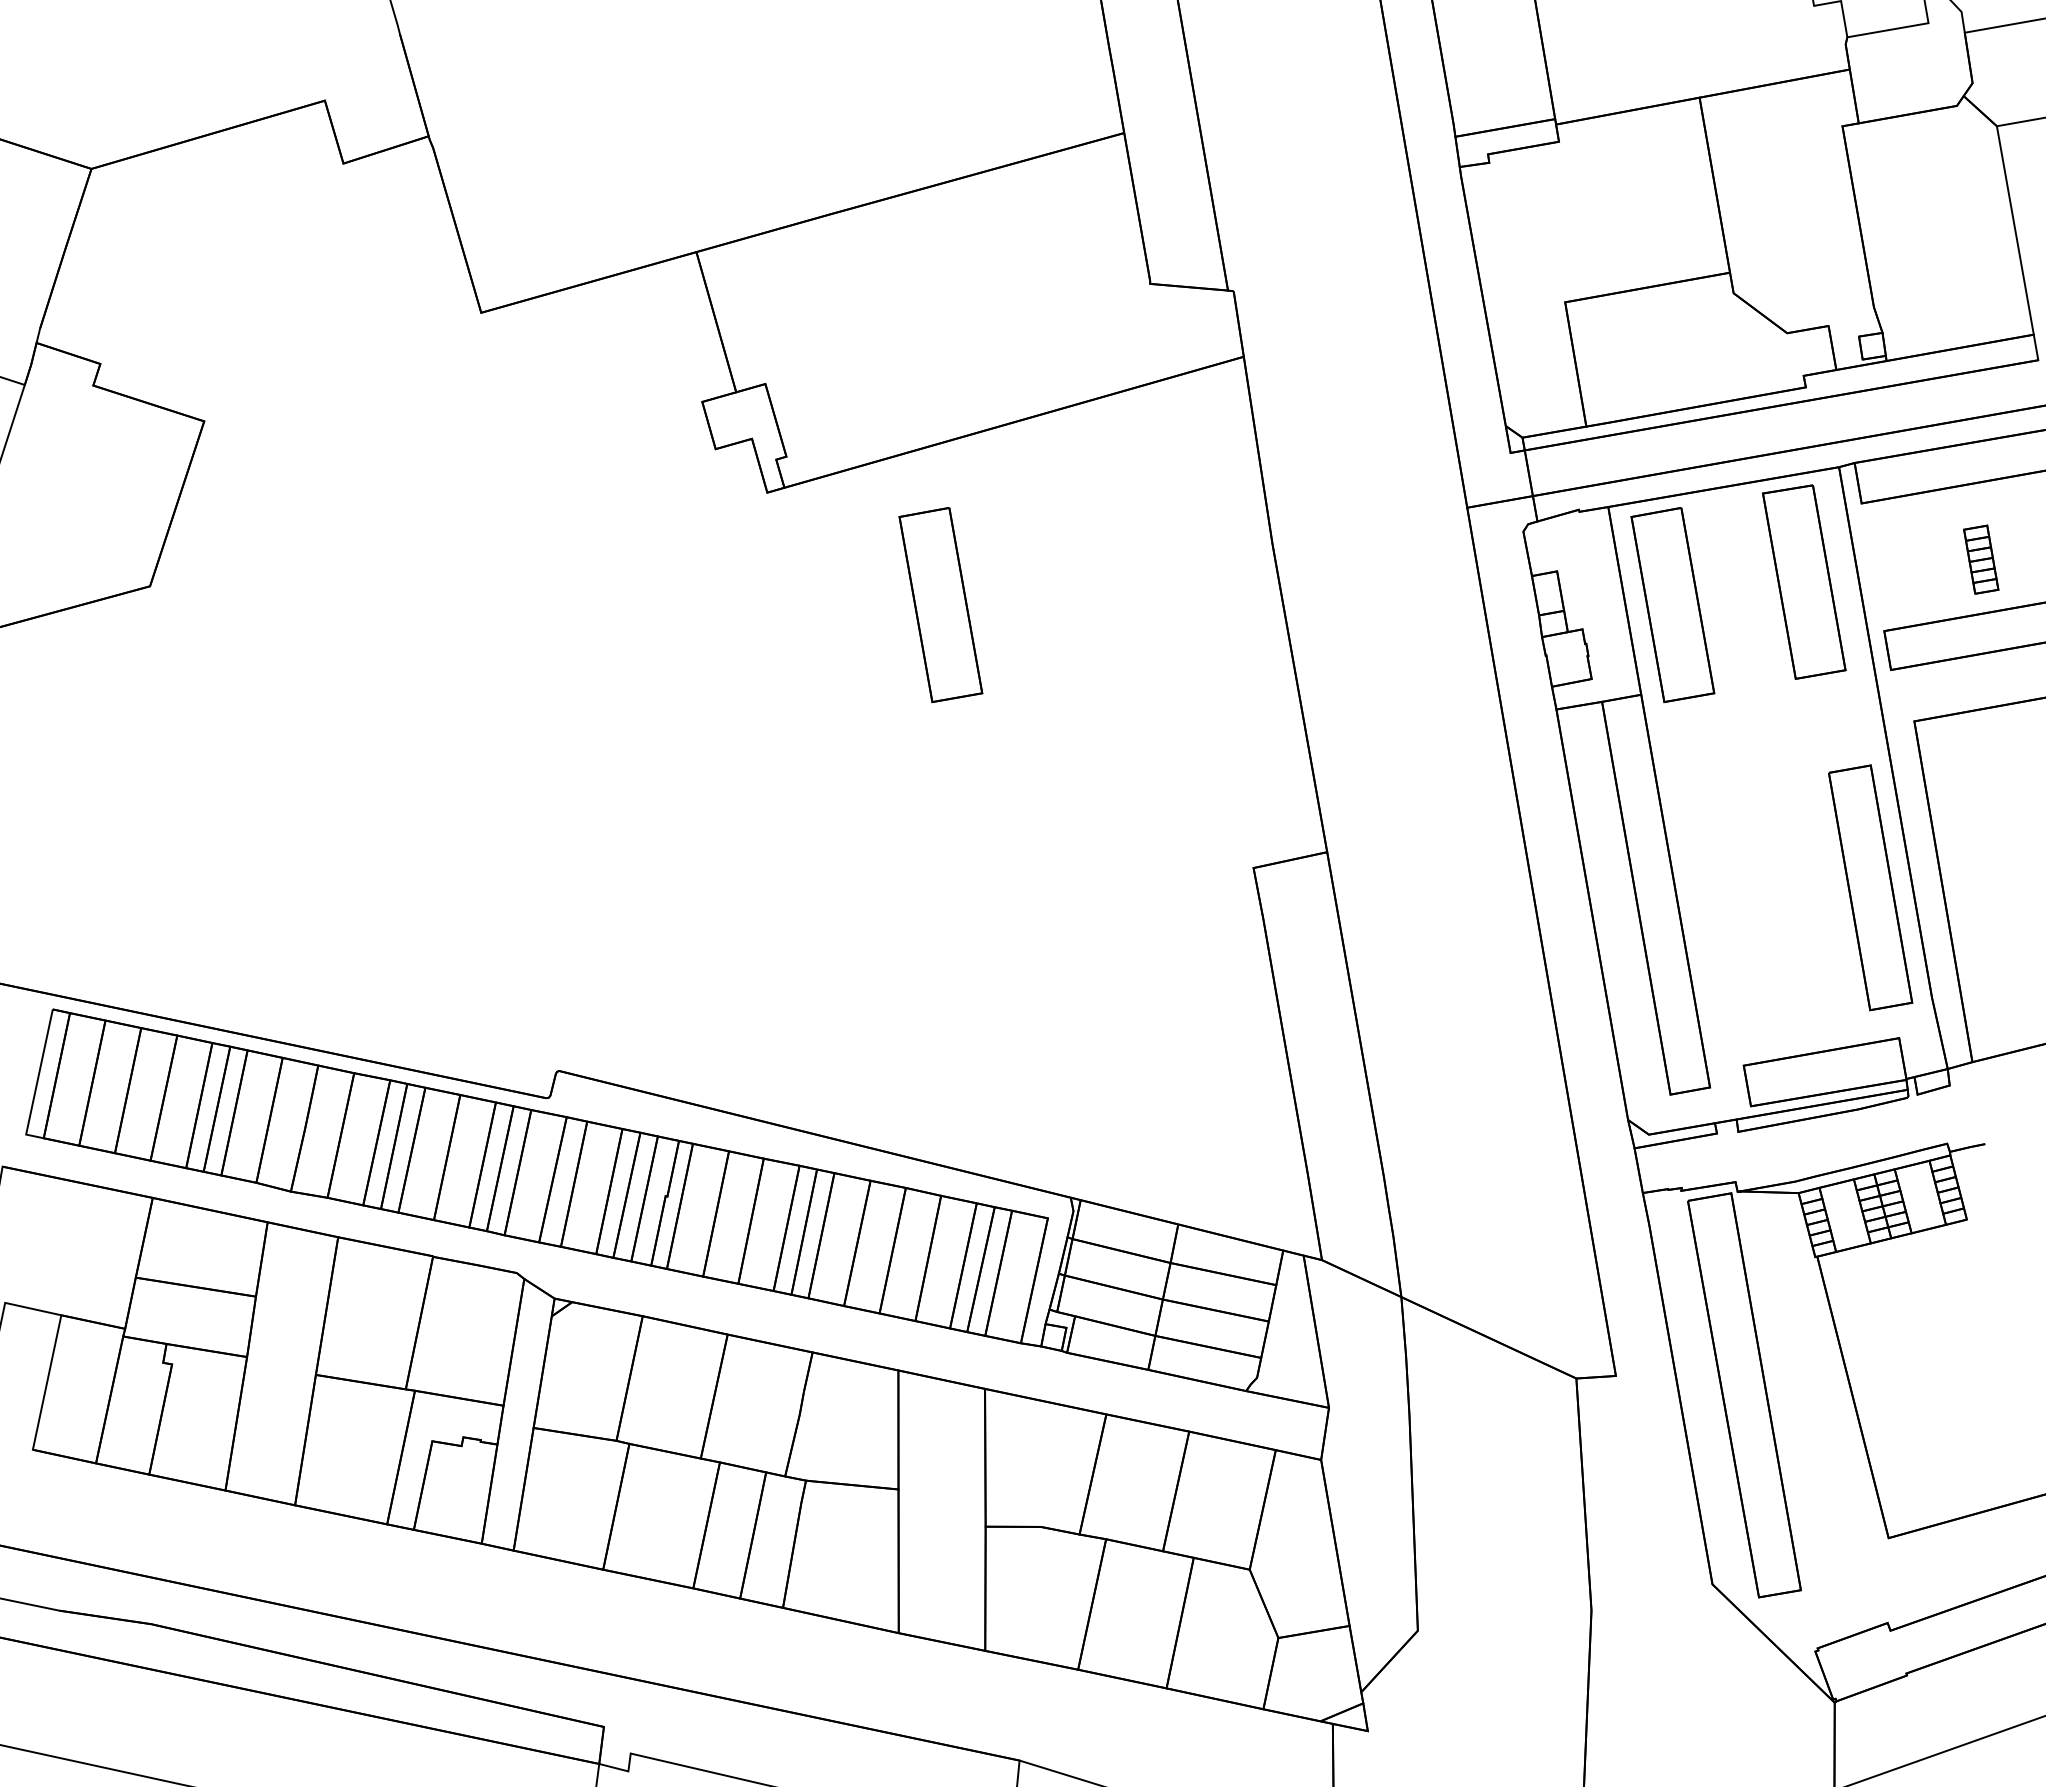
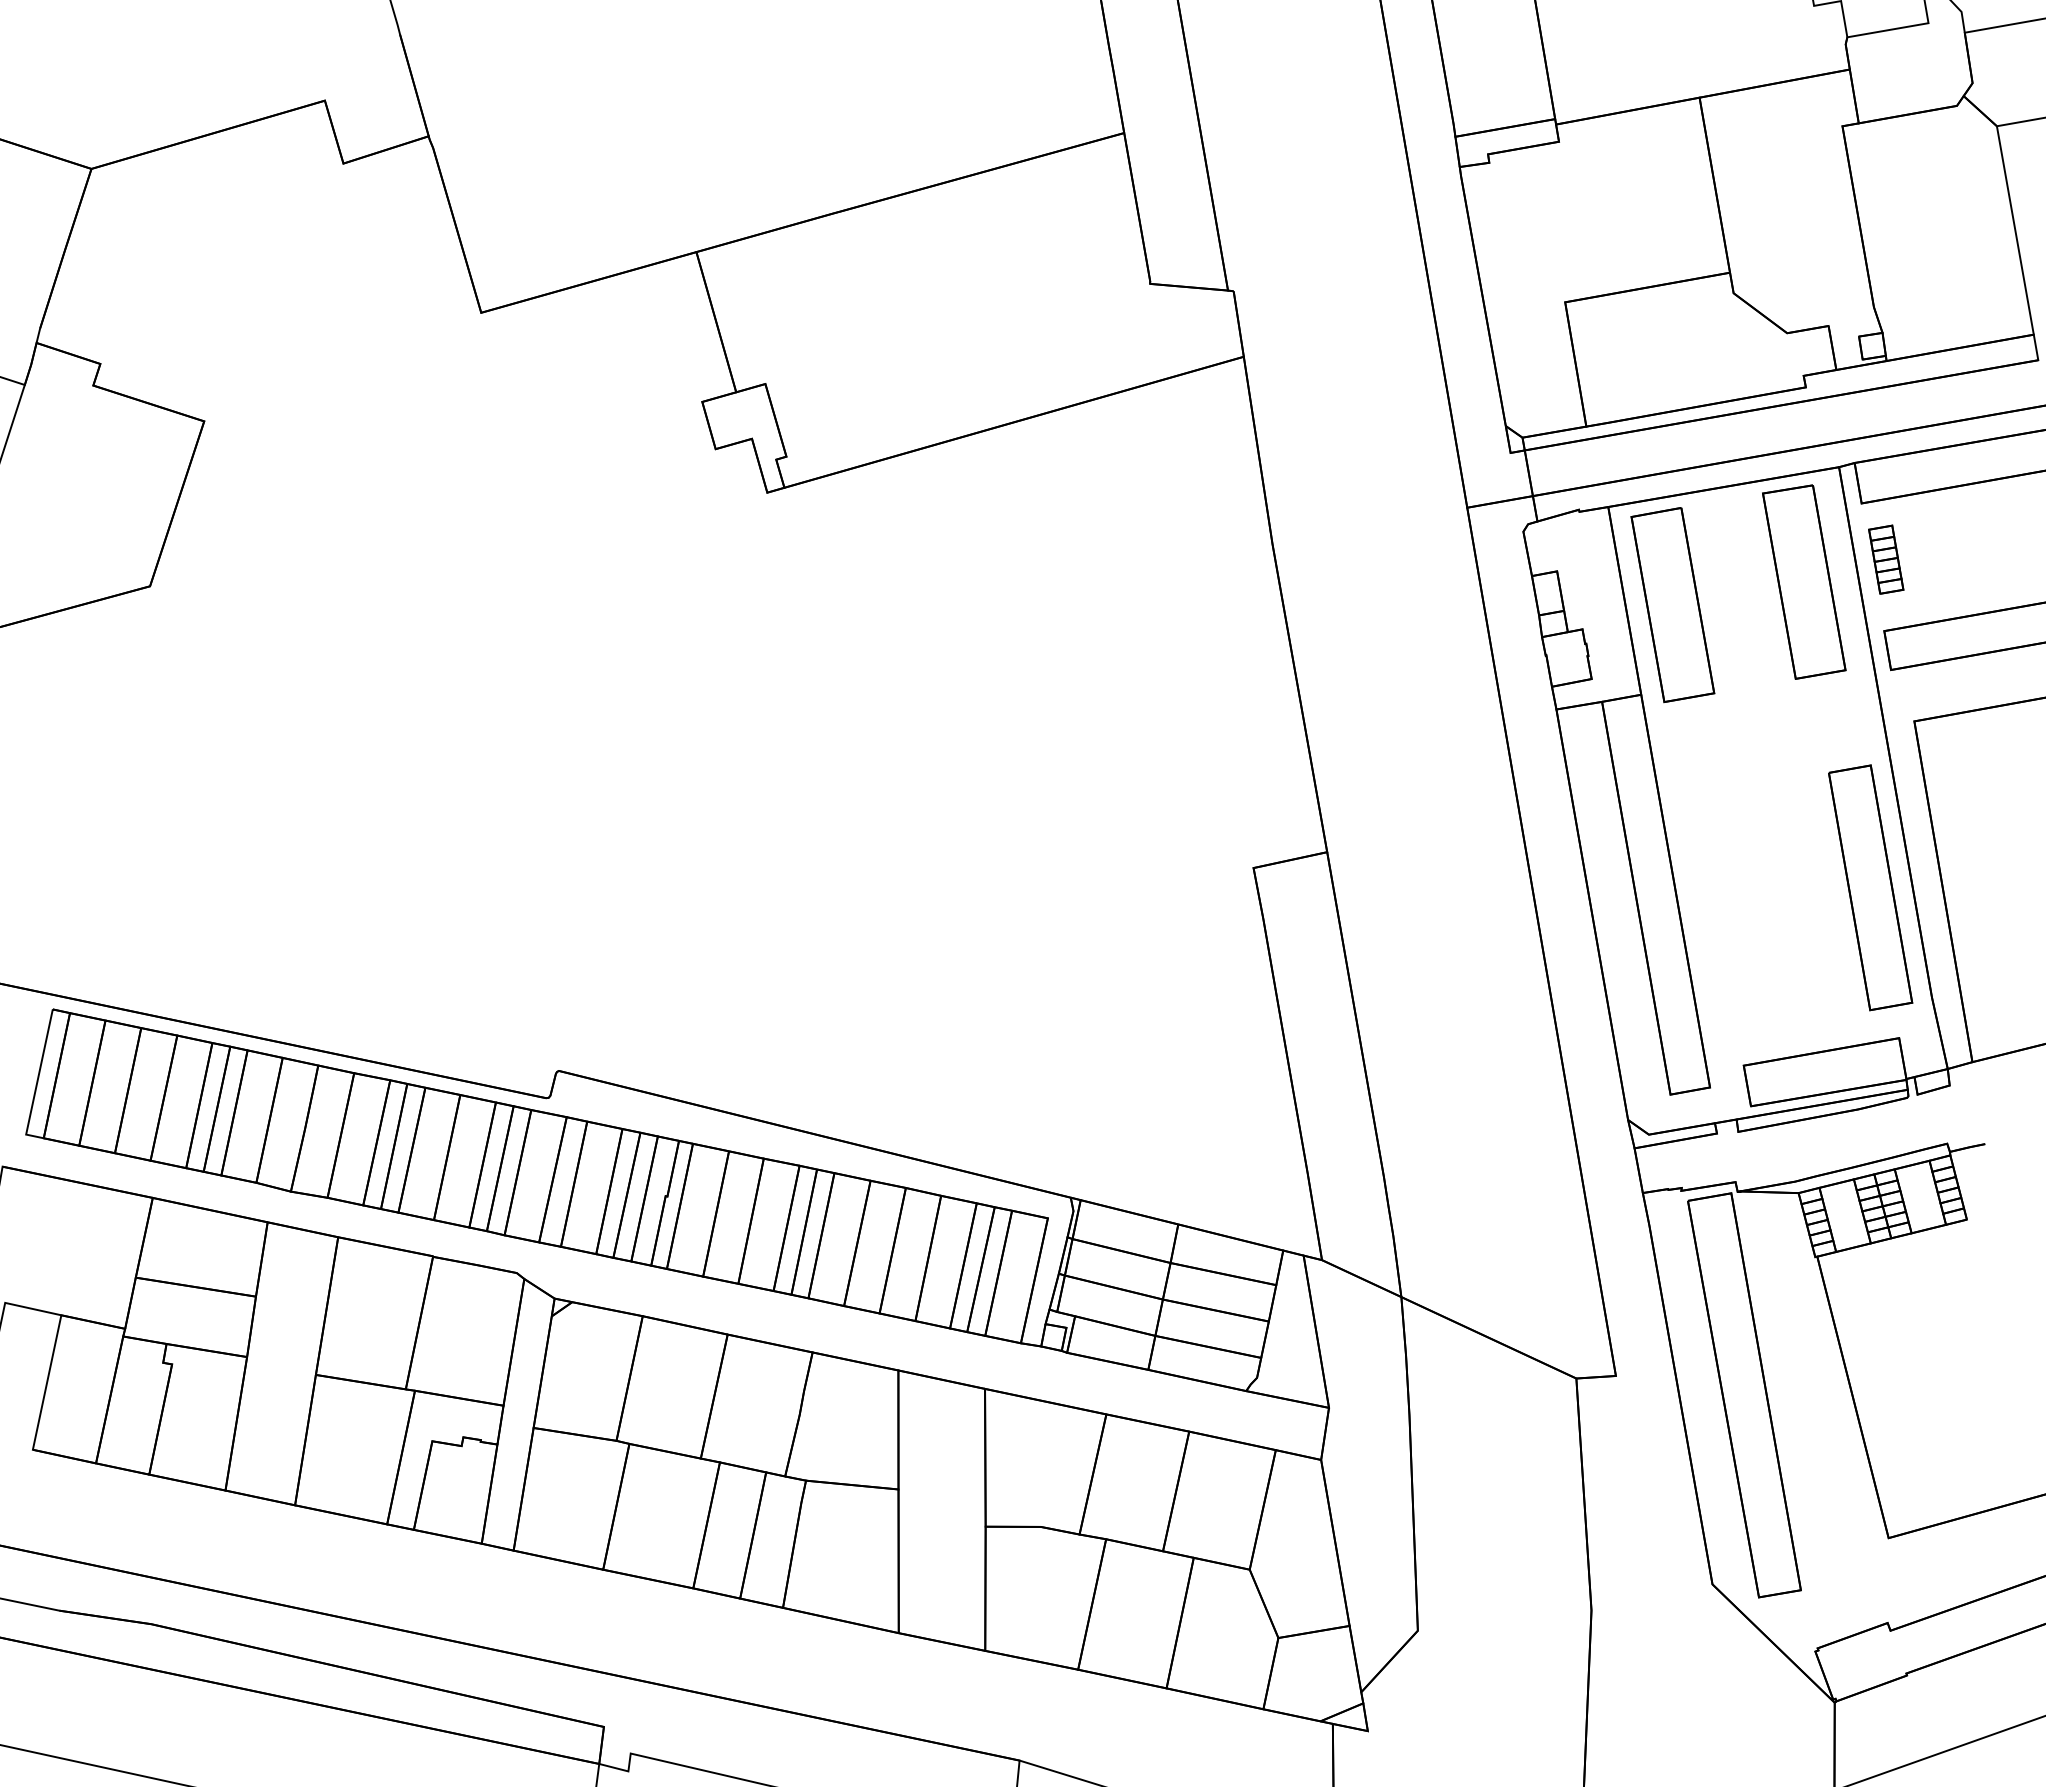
part at (1981, 559) position: (1981, 559) -> (1886, 559)
part at (940, 605): present -> none
